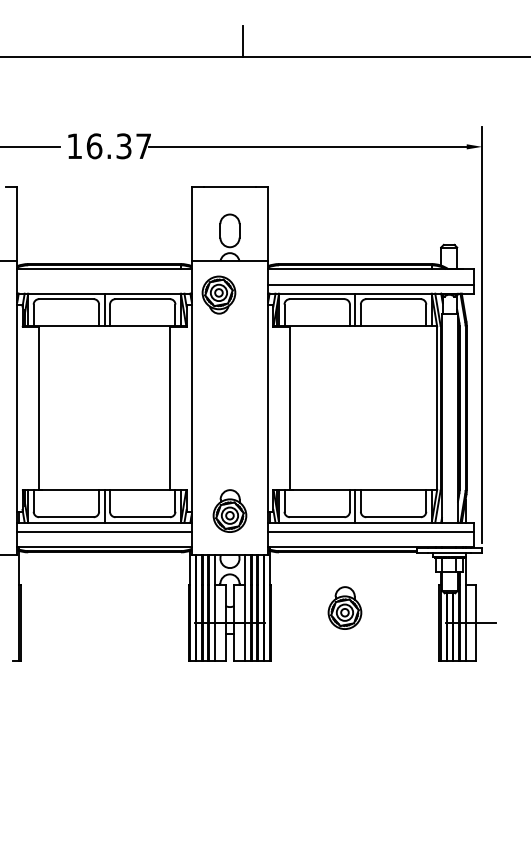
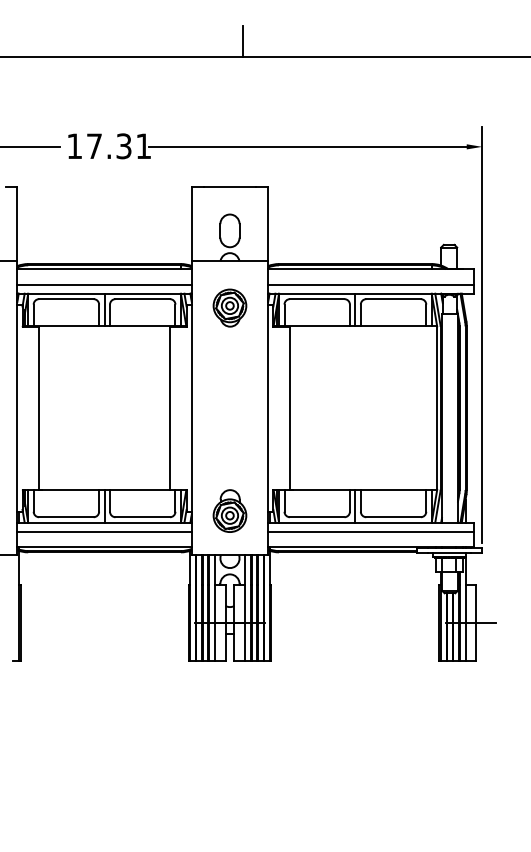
text at (118, 146): 16.37 -> 17.31
line at (104, 284): none -> present
part at (218, 294) position: (218, 294) -> (229, 307)
part at (344, 607): present -> none
